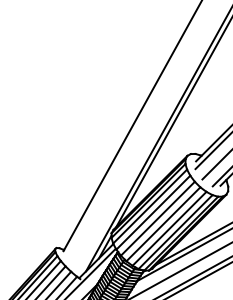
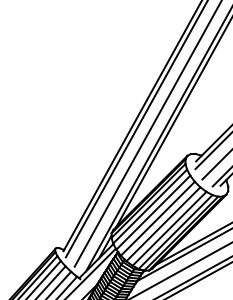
line at (135, 129): none -> present
line at (147, 134): none -> present
